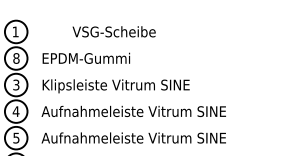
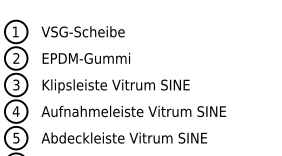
text at (113, 31) position: (113, 31) -> (82, 31)
text at (16, 58): 8 -> 2
text at (138, 137): Aufnahmeleiste Vitrum SINE -> Abdeckleiste Vitrum SINE
